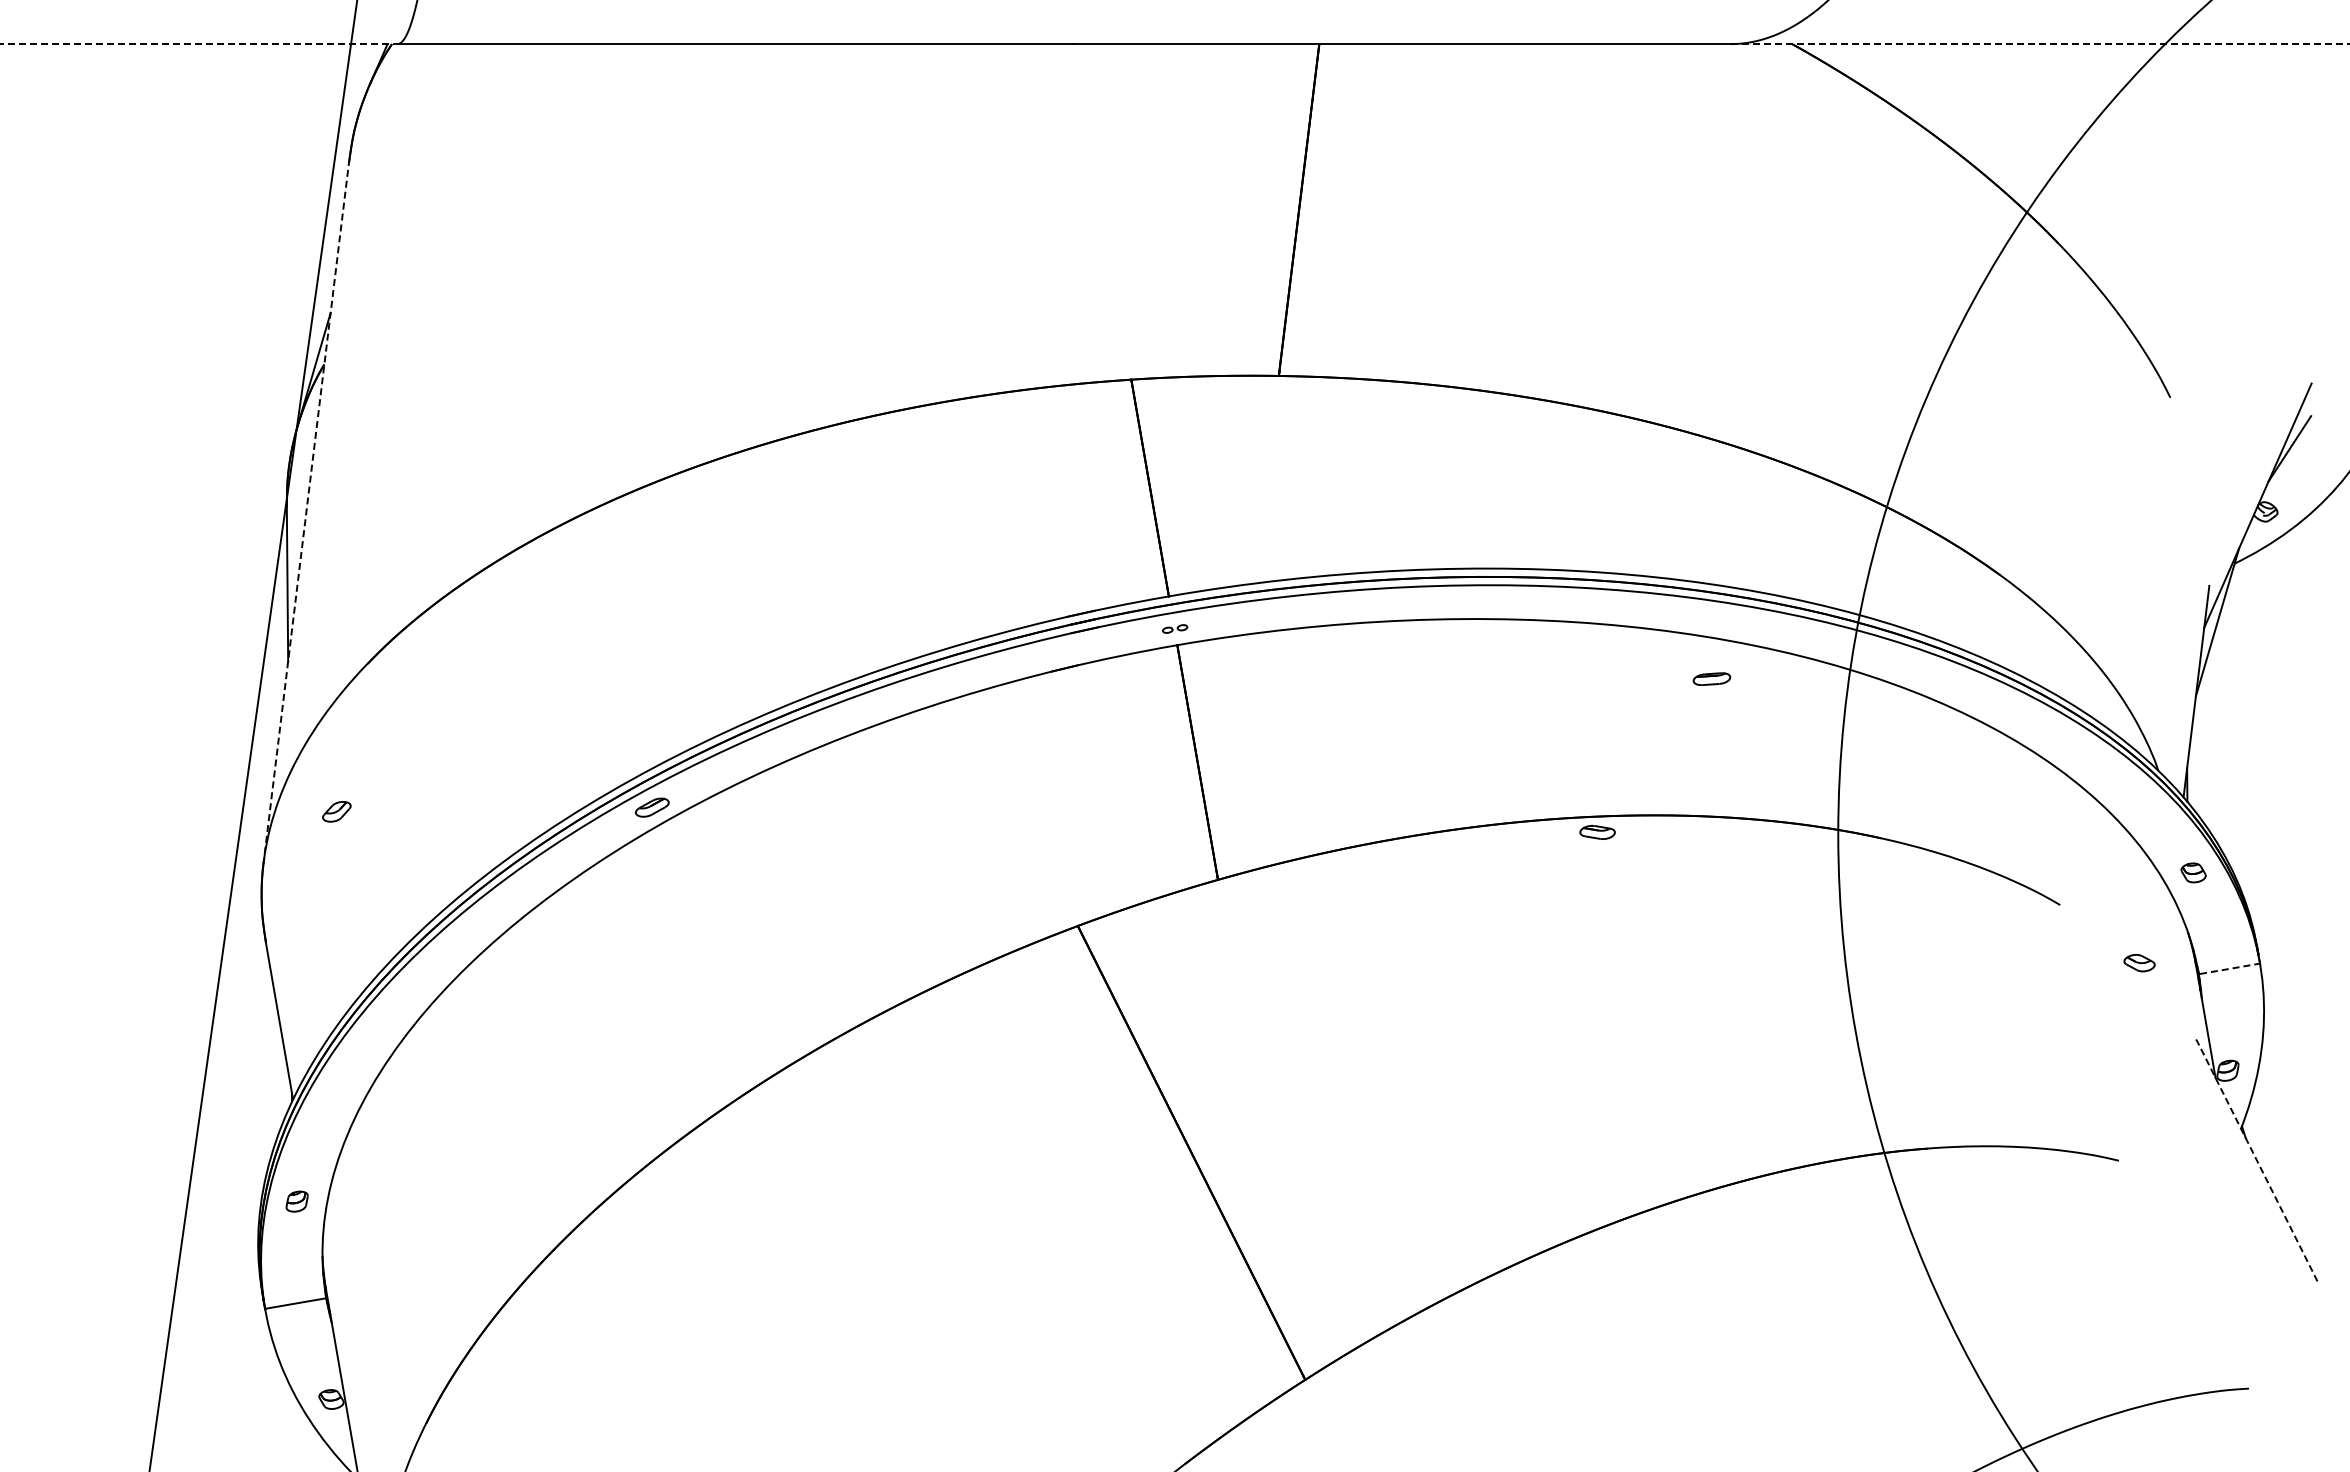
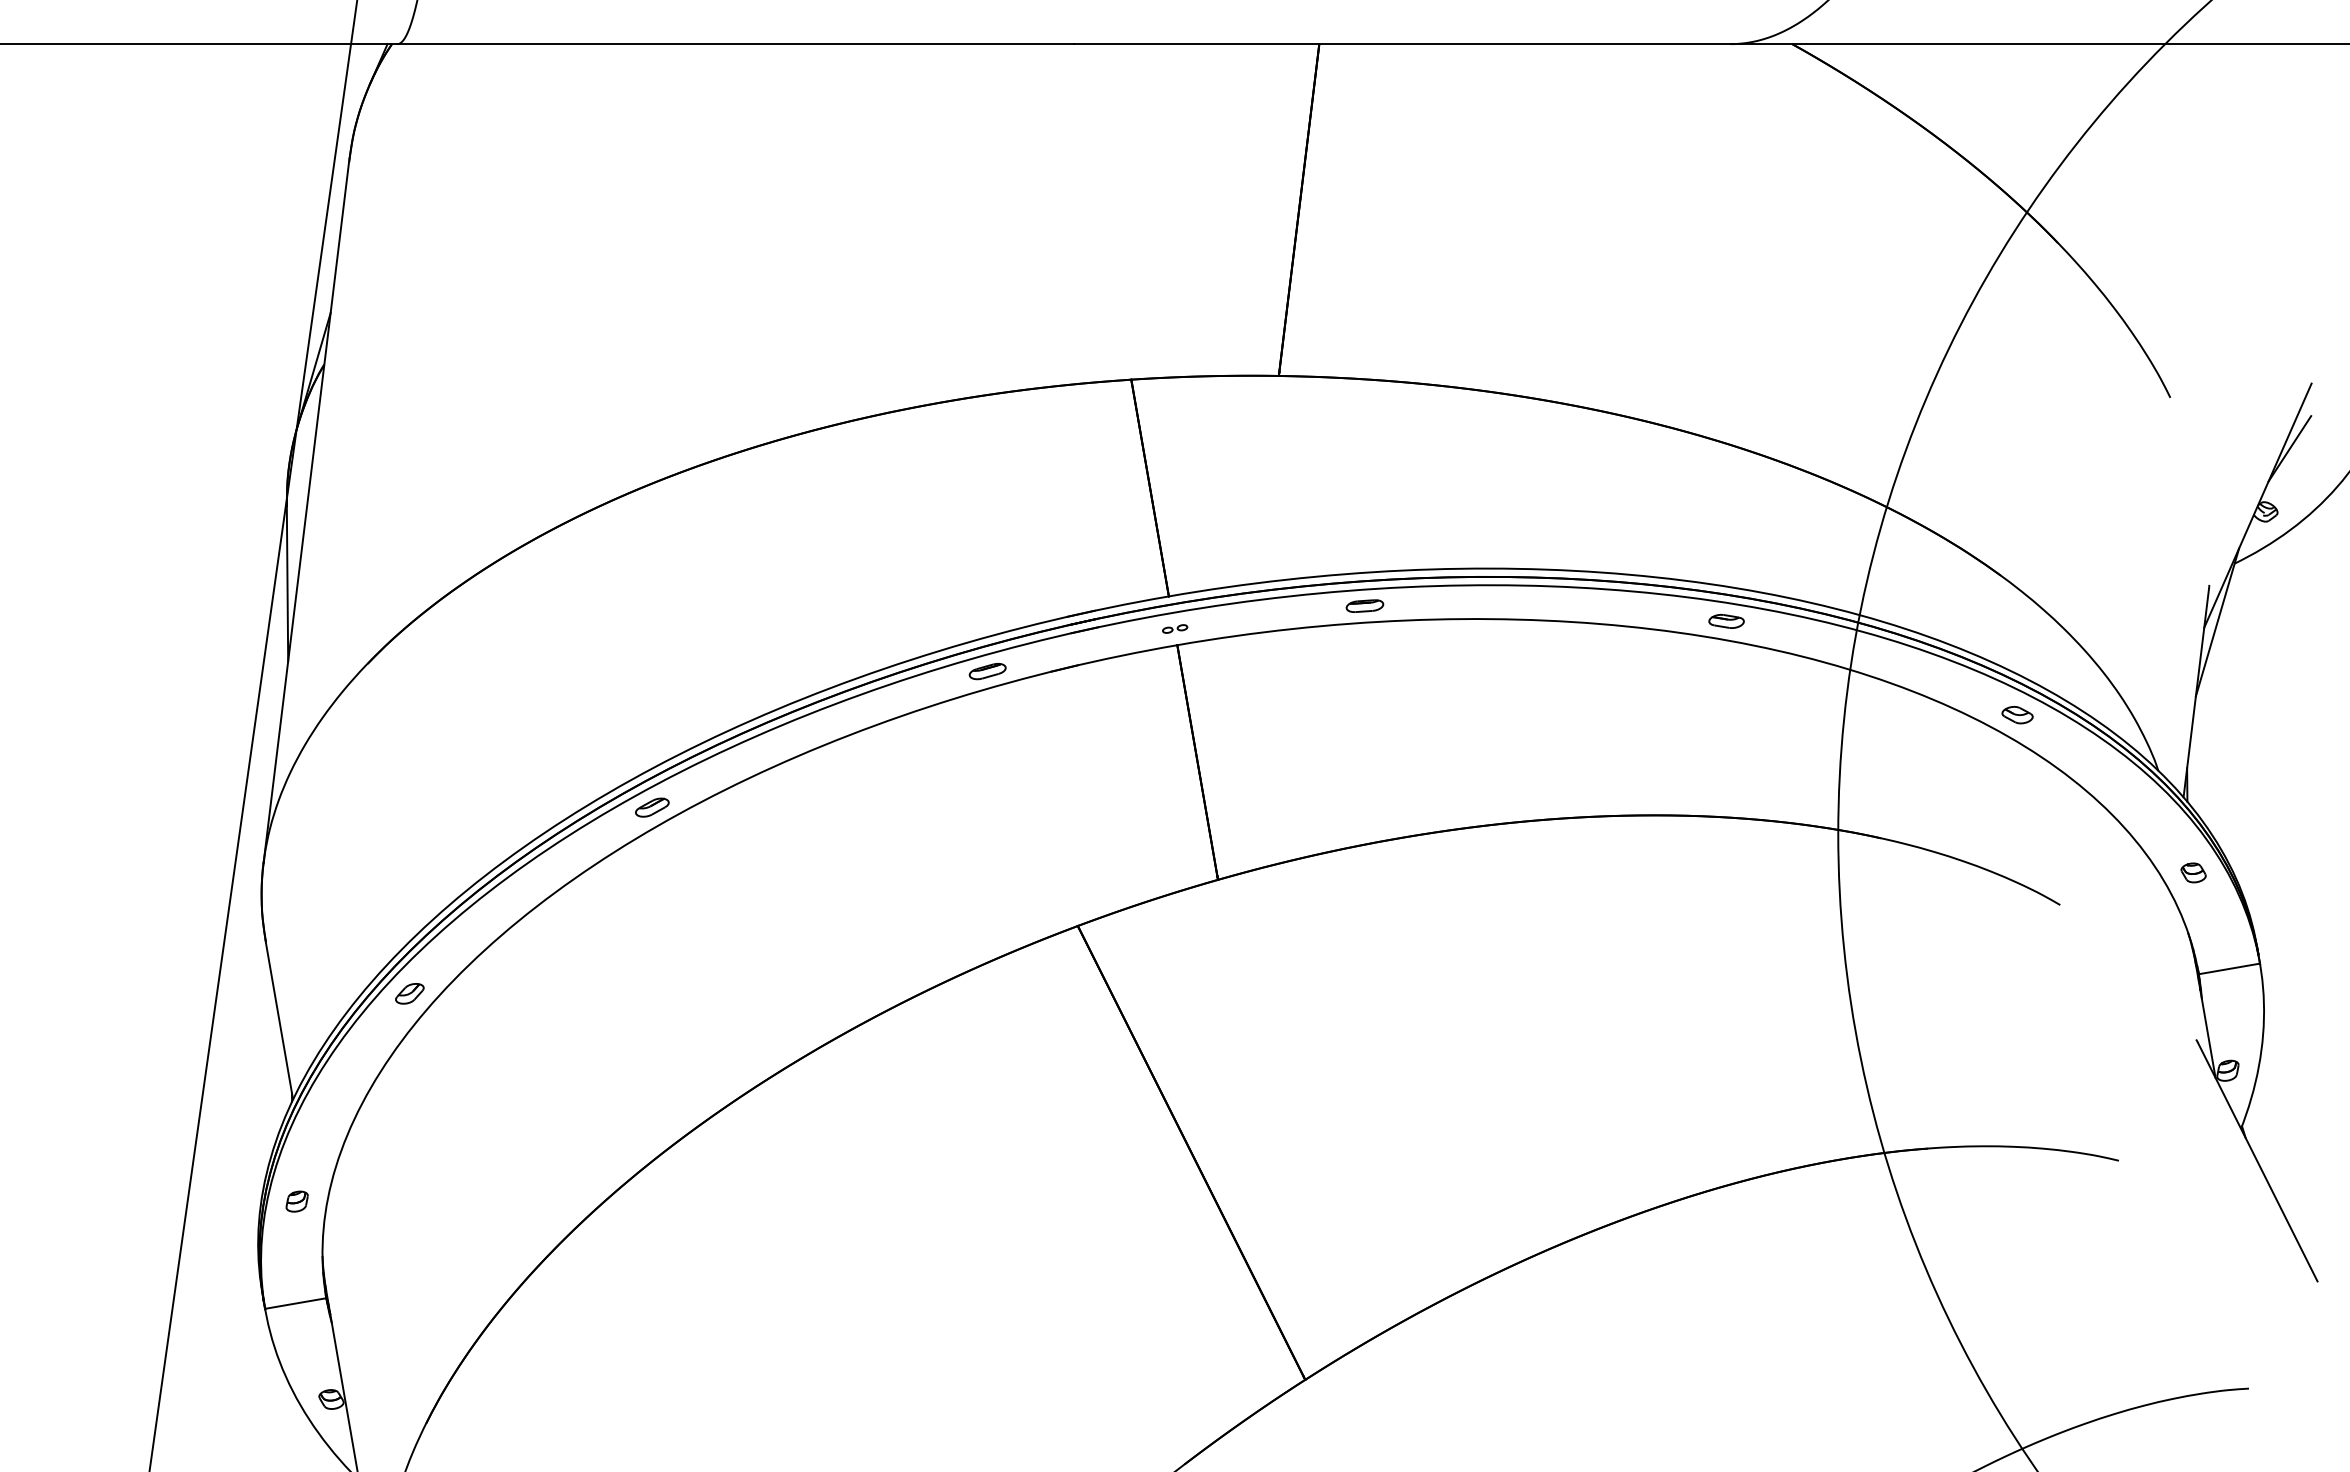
line at (199, 44): dashed -> solid
line at (2040, 44): dashed -> solid
line at (306, 511): dashed -> solid
part at (987, 671): none -> present
part at (1711, 678) position: (1711, 678) -> (1364, 605)
part at (336, 811) position: (336, 811) -> (409, 993)
part at (1597, 832) position: (1597, 832) -> (1726, 621)
part at (2139, 963) position: (2139, 963) -> (2017, 715)
line at (2229, 968): dashed -> solid
line at (2257, 1161): dashed -> solid
